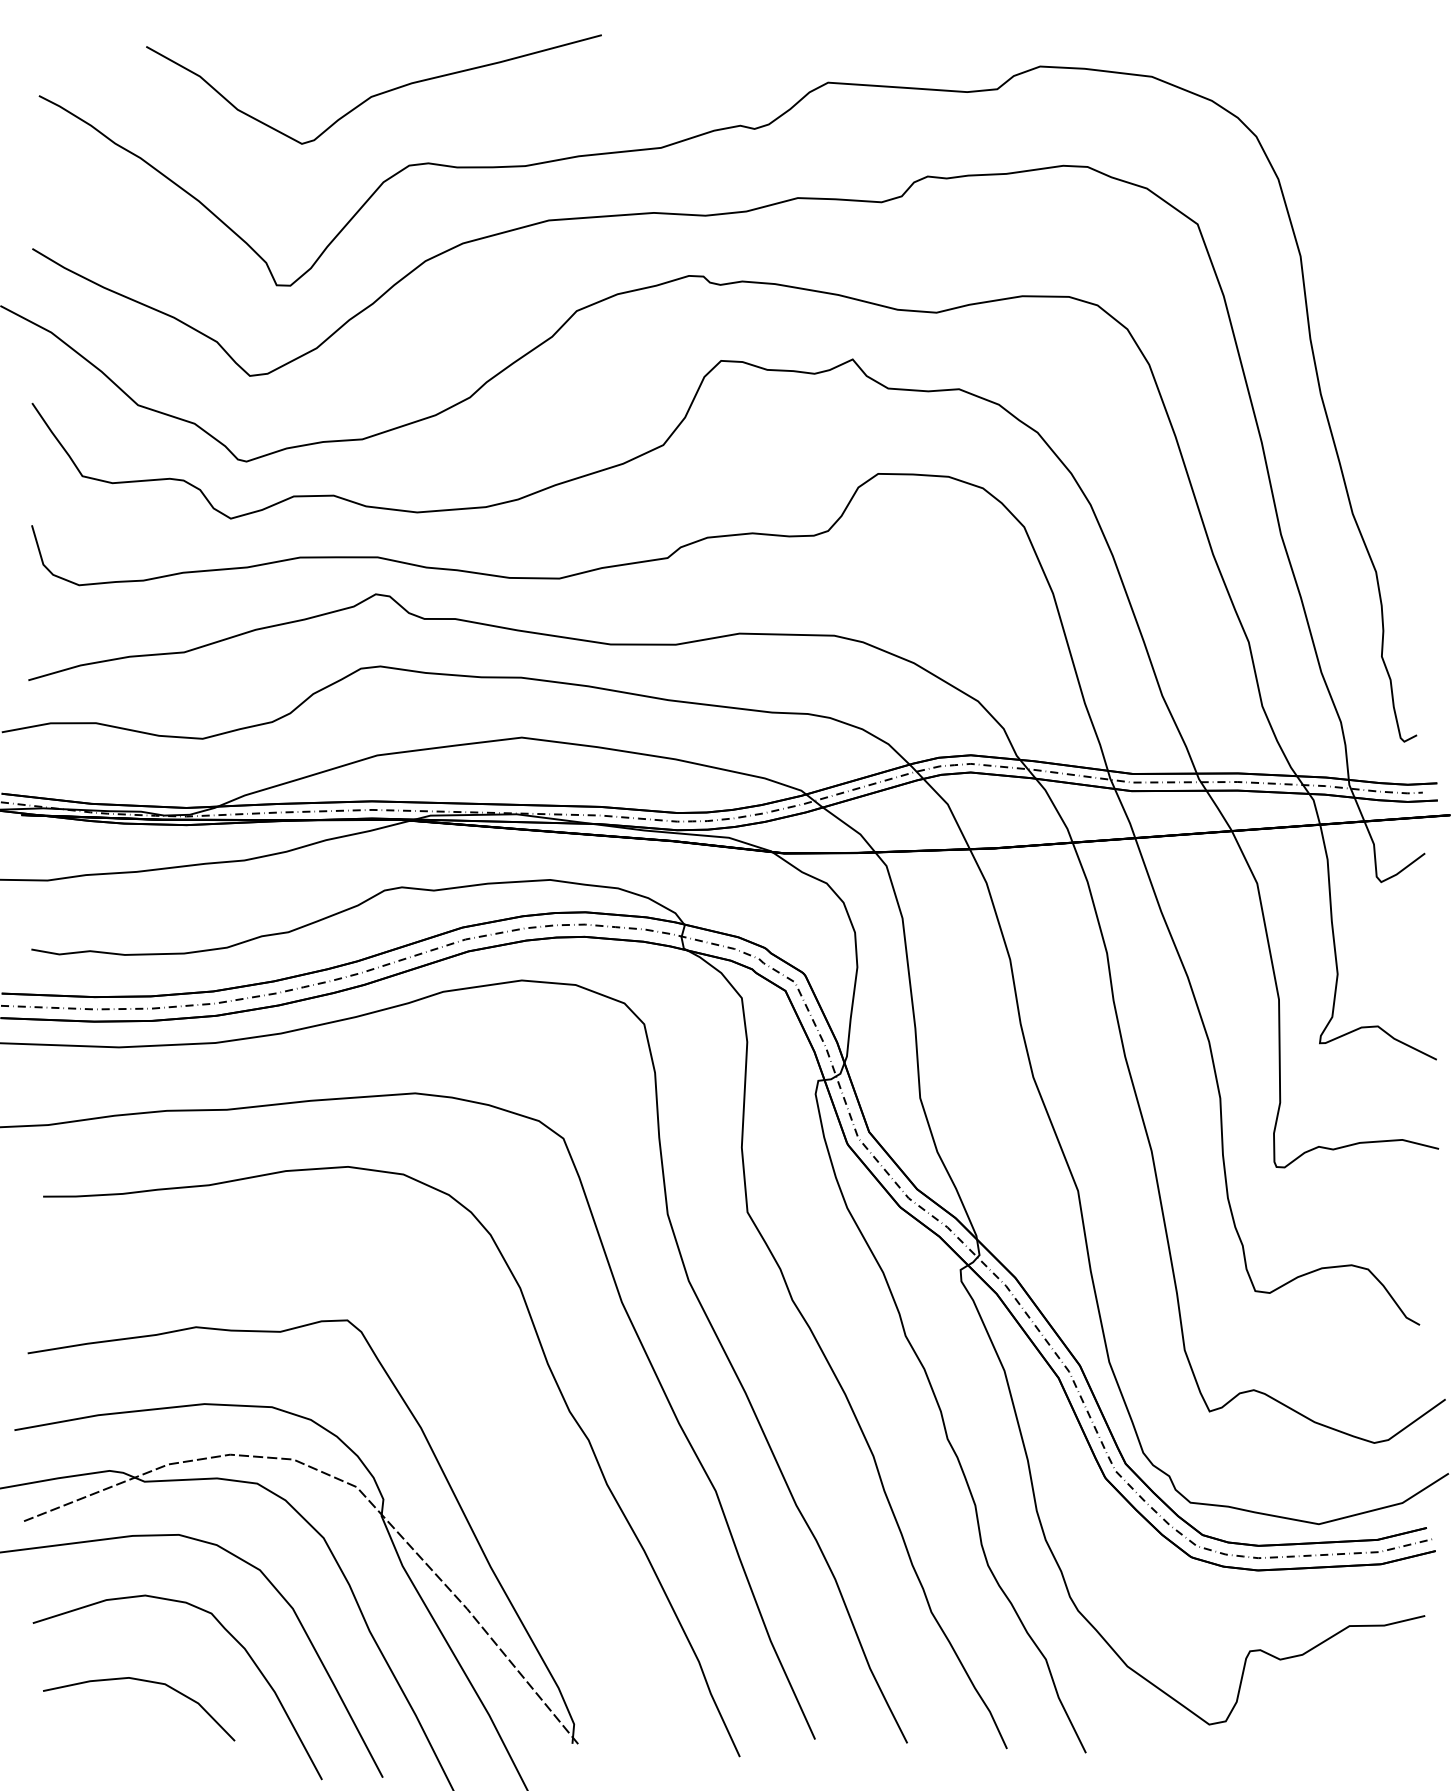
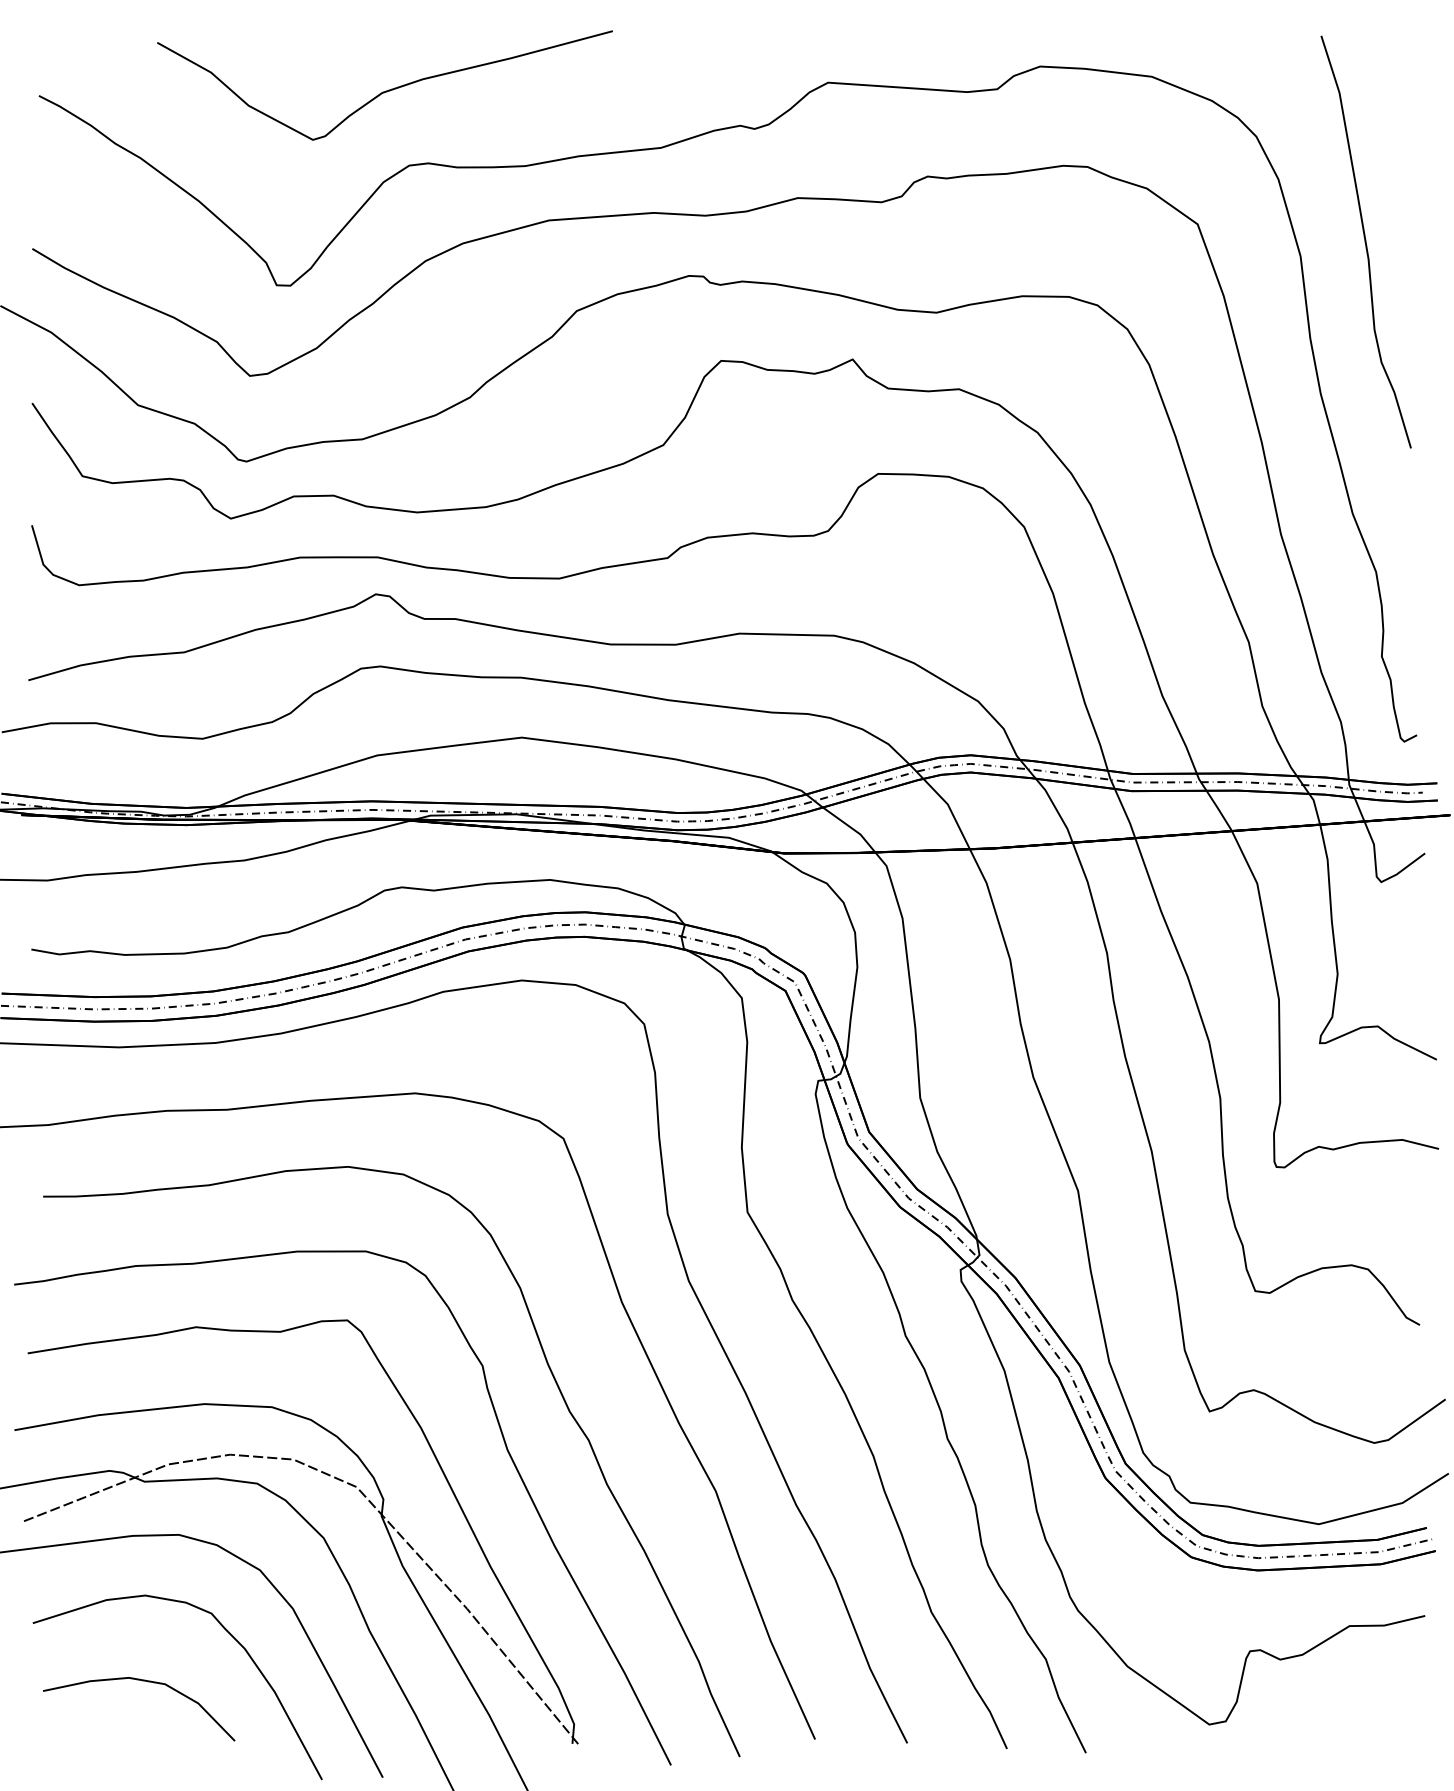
curve at (374, 94) position: (374, 94) -> (385, 90)
curve at (1365, 241): none -> present
curve at (506, 1450): none -> present
